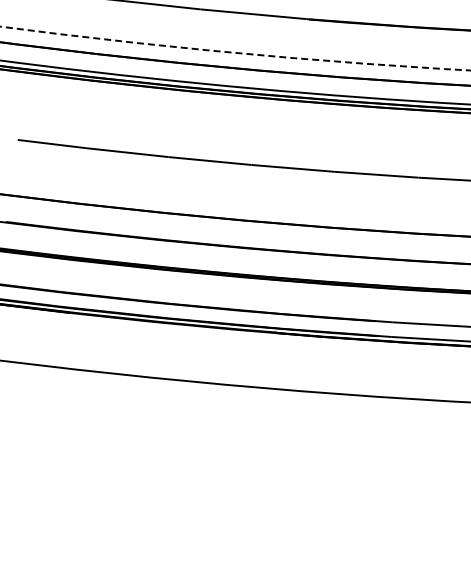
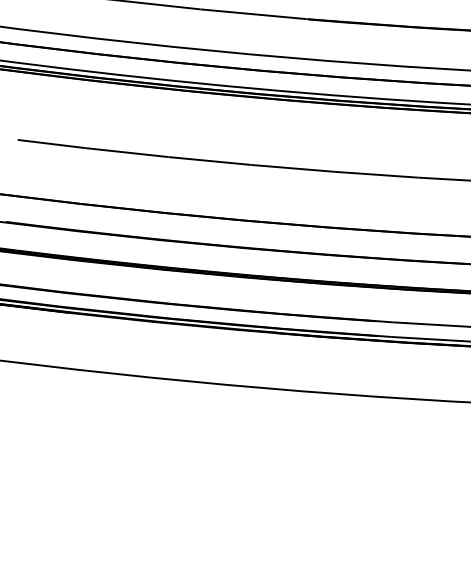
arc at (234, 52): dashed -> solid
